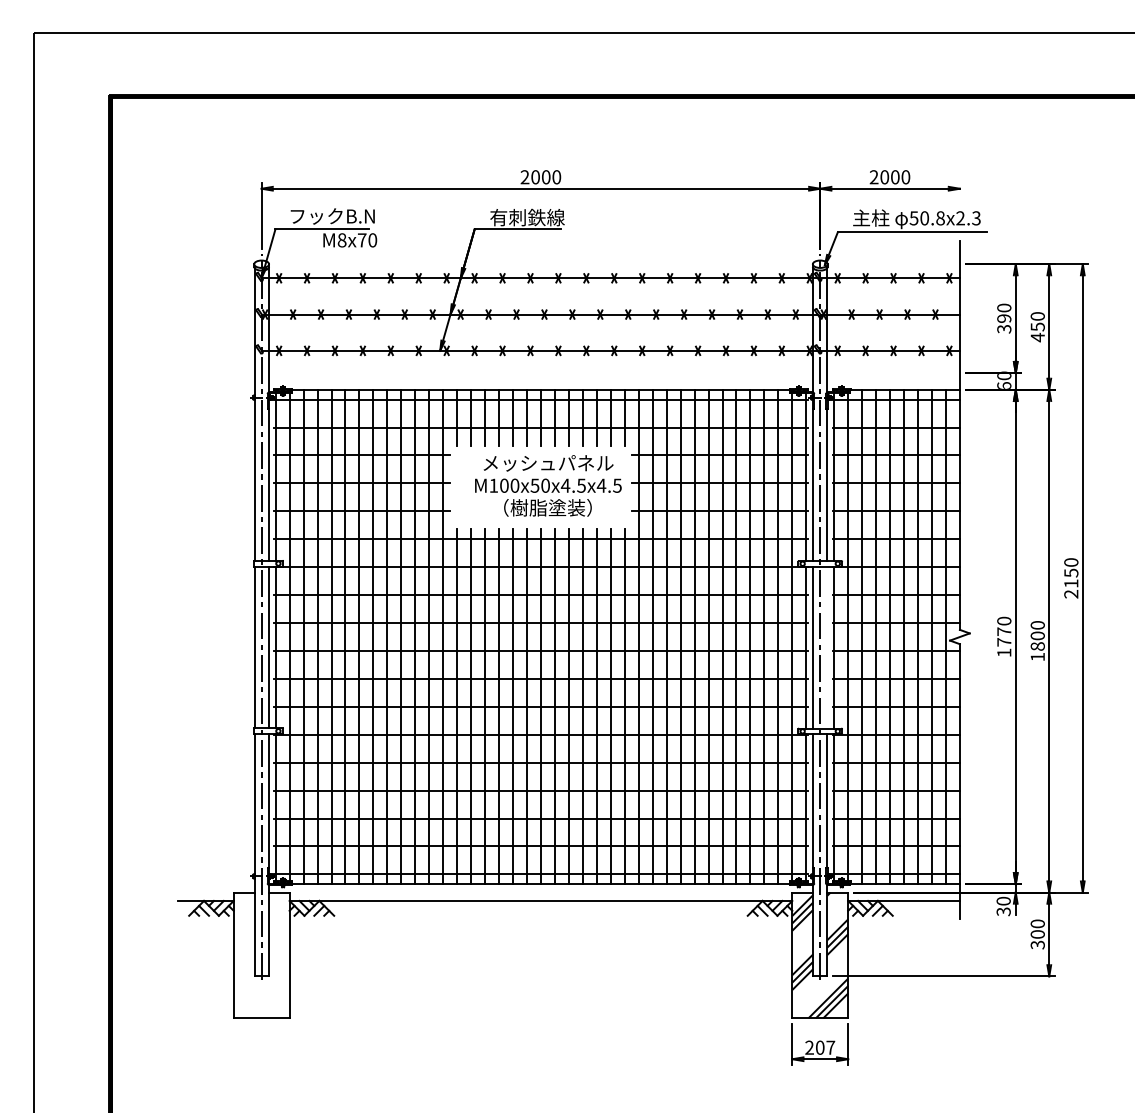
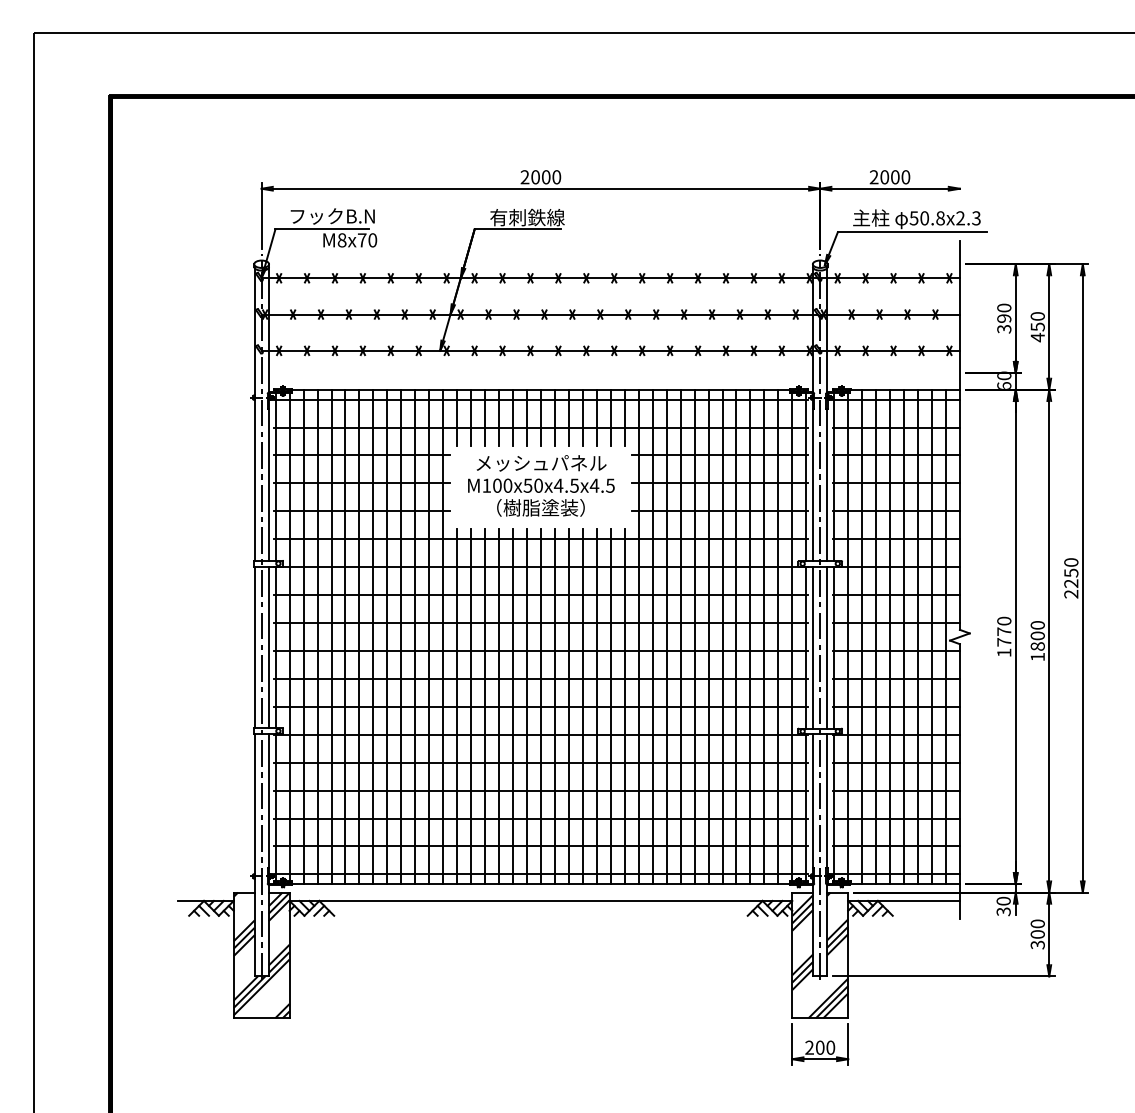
text at (548, 485) position: (548, 485) -> (541, 485)
text at (1071, 583): 2150 -> 2250
line at (827, 647): none -> present
hatch at (261, 955): none -> present
text at (830, 1047): 207 -> 200
